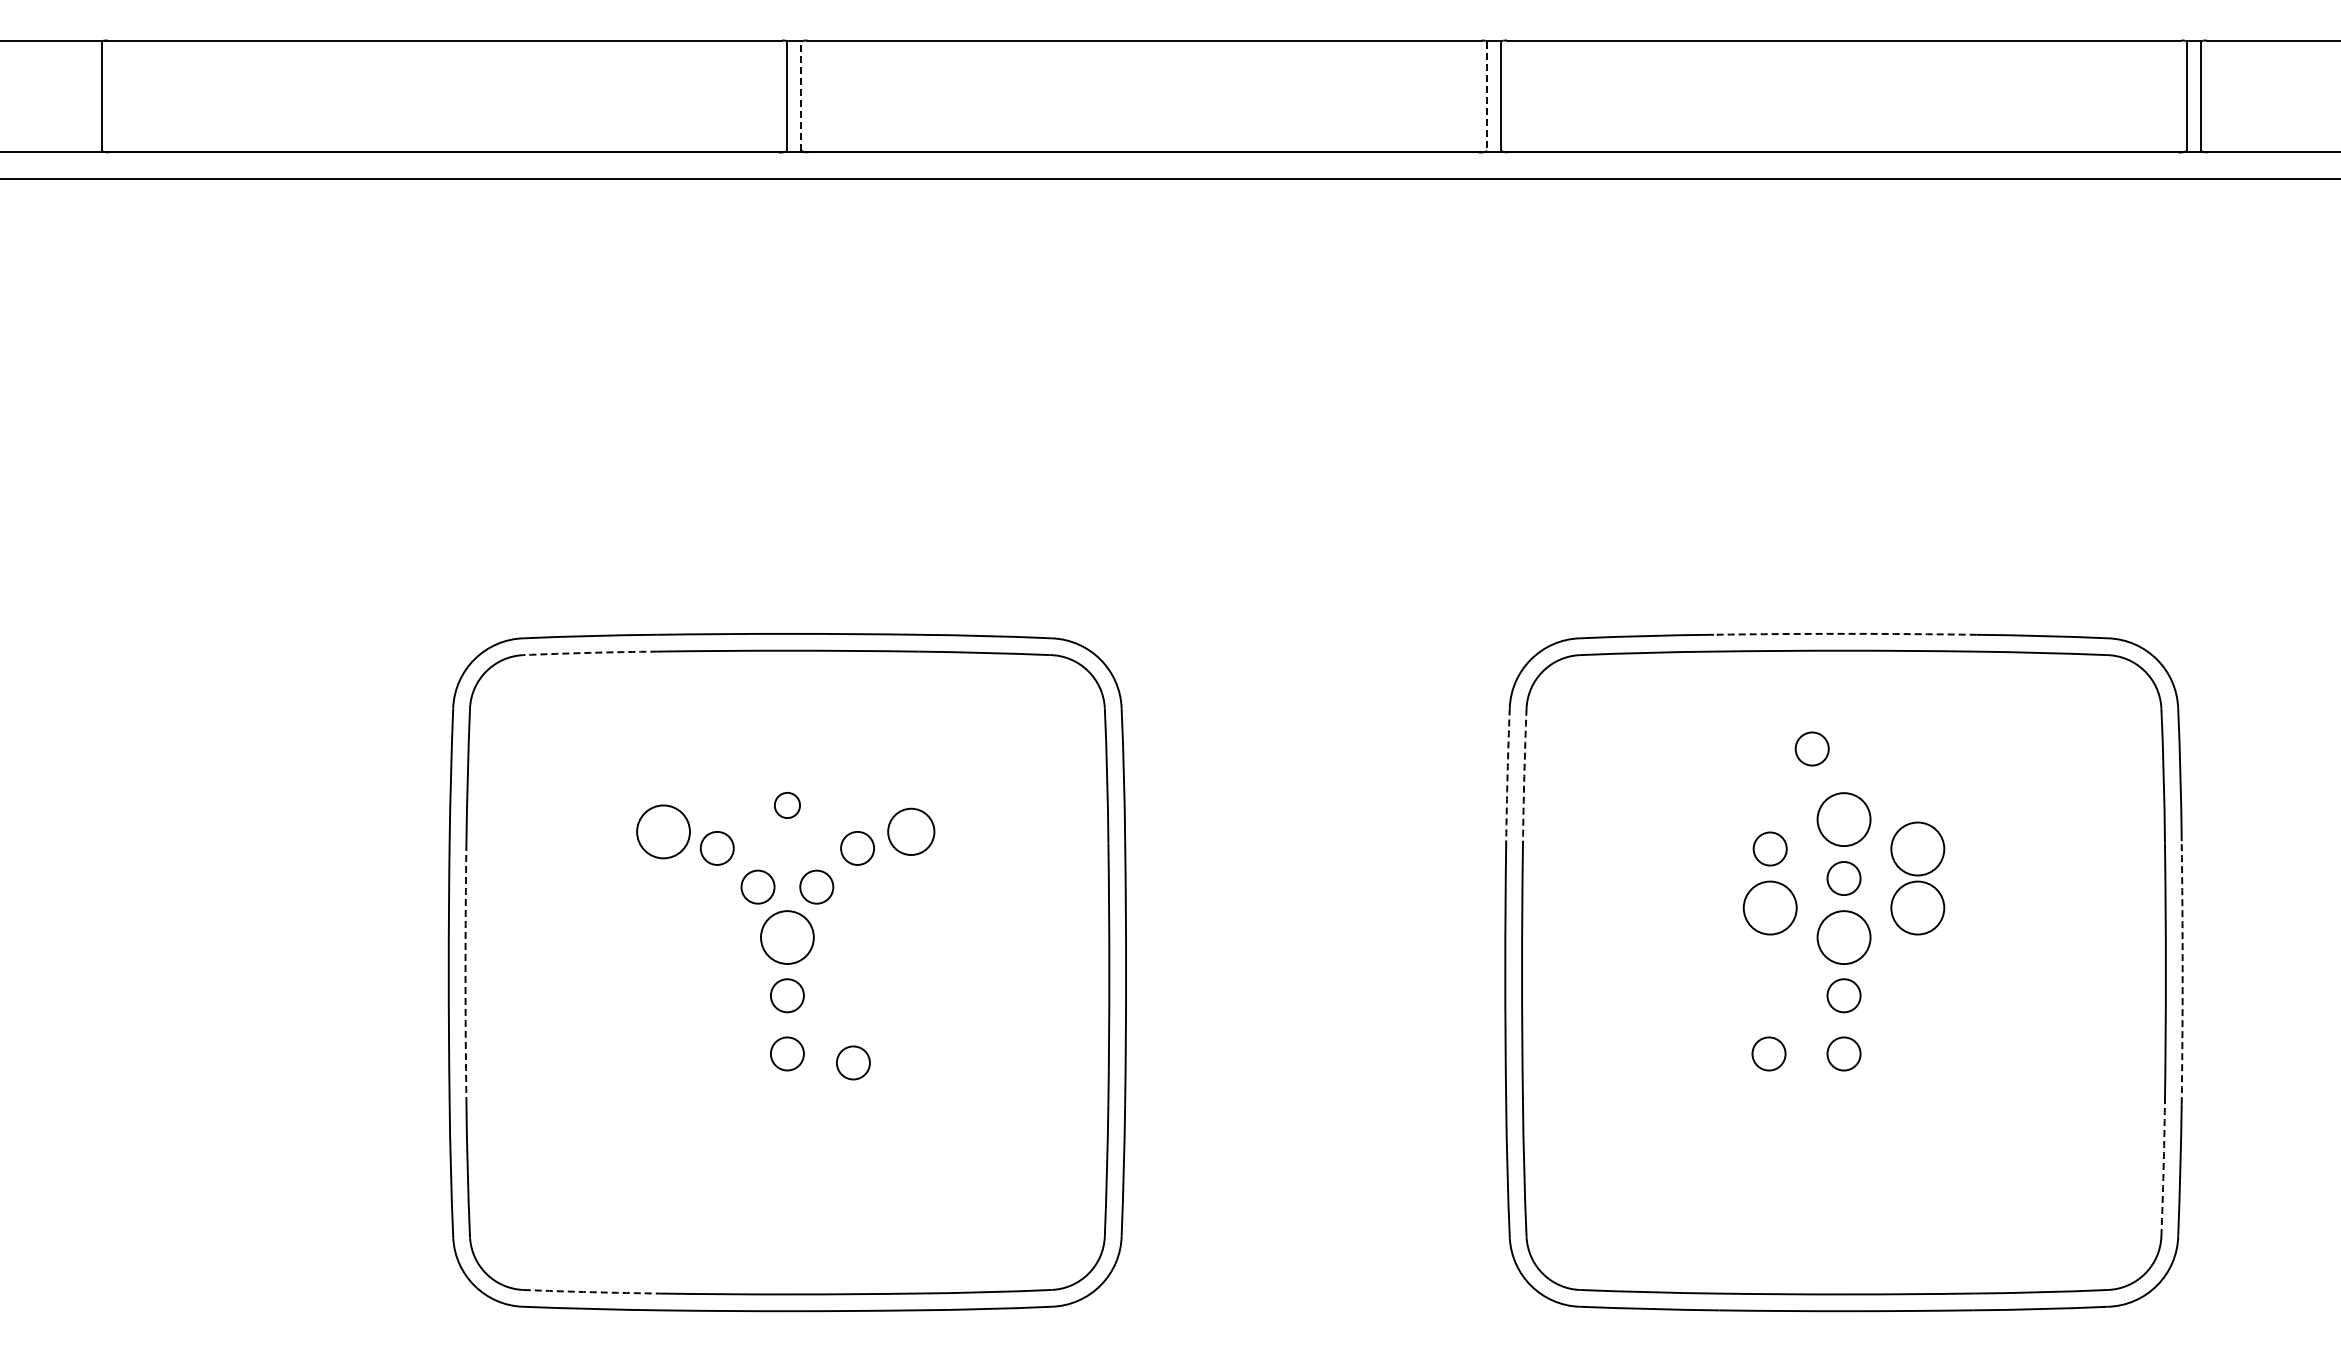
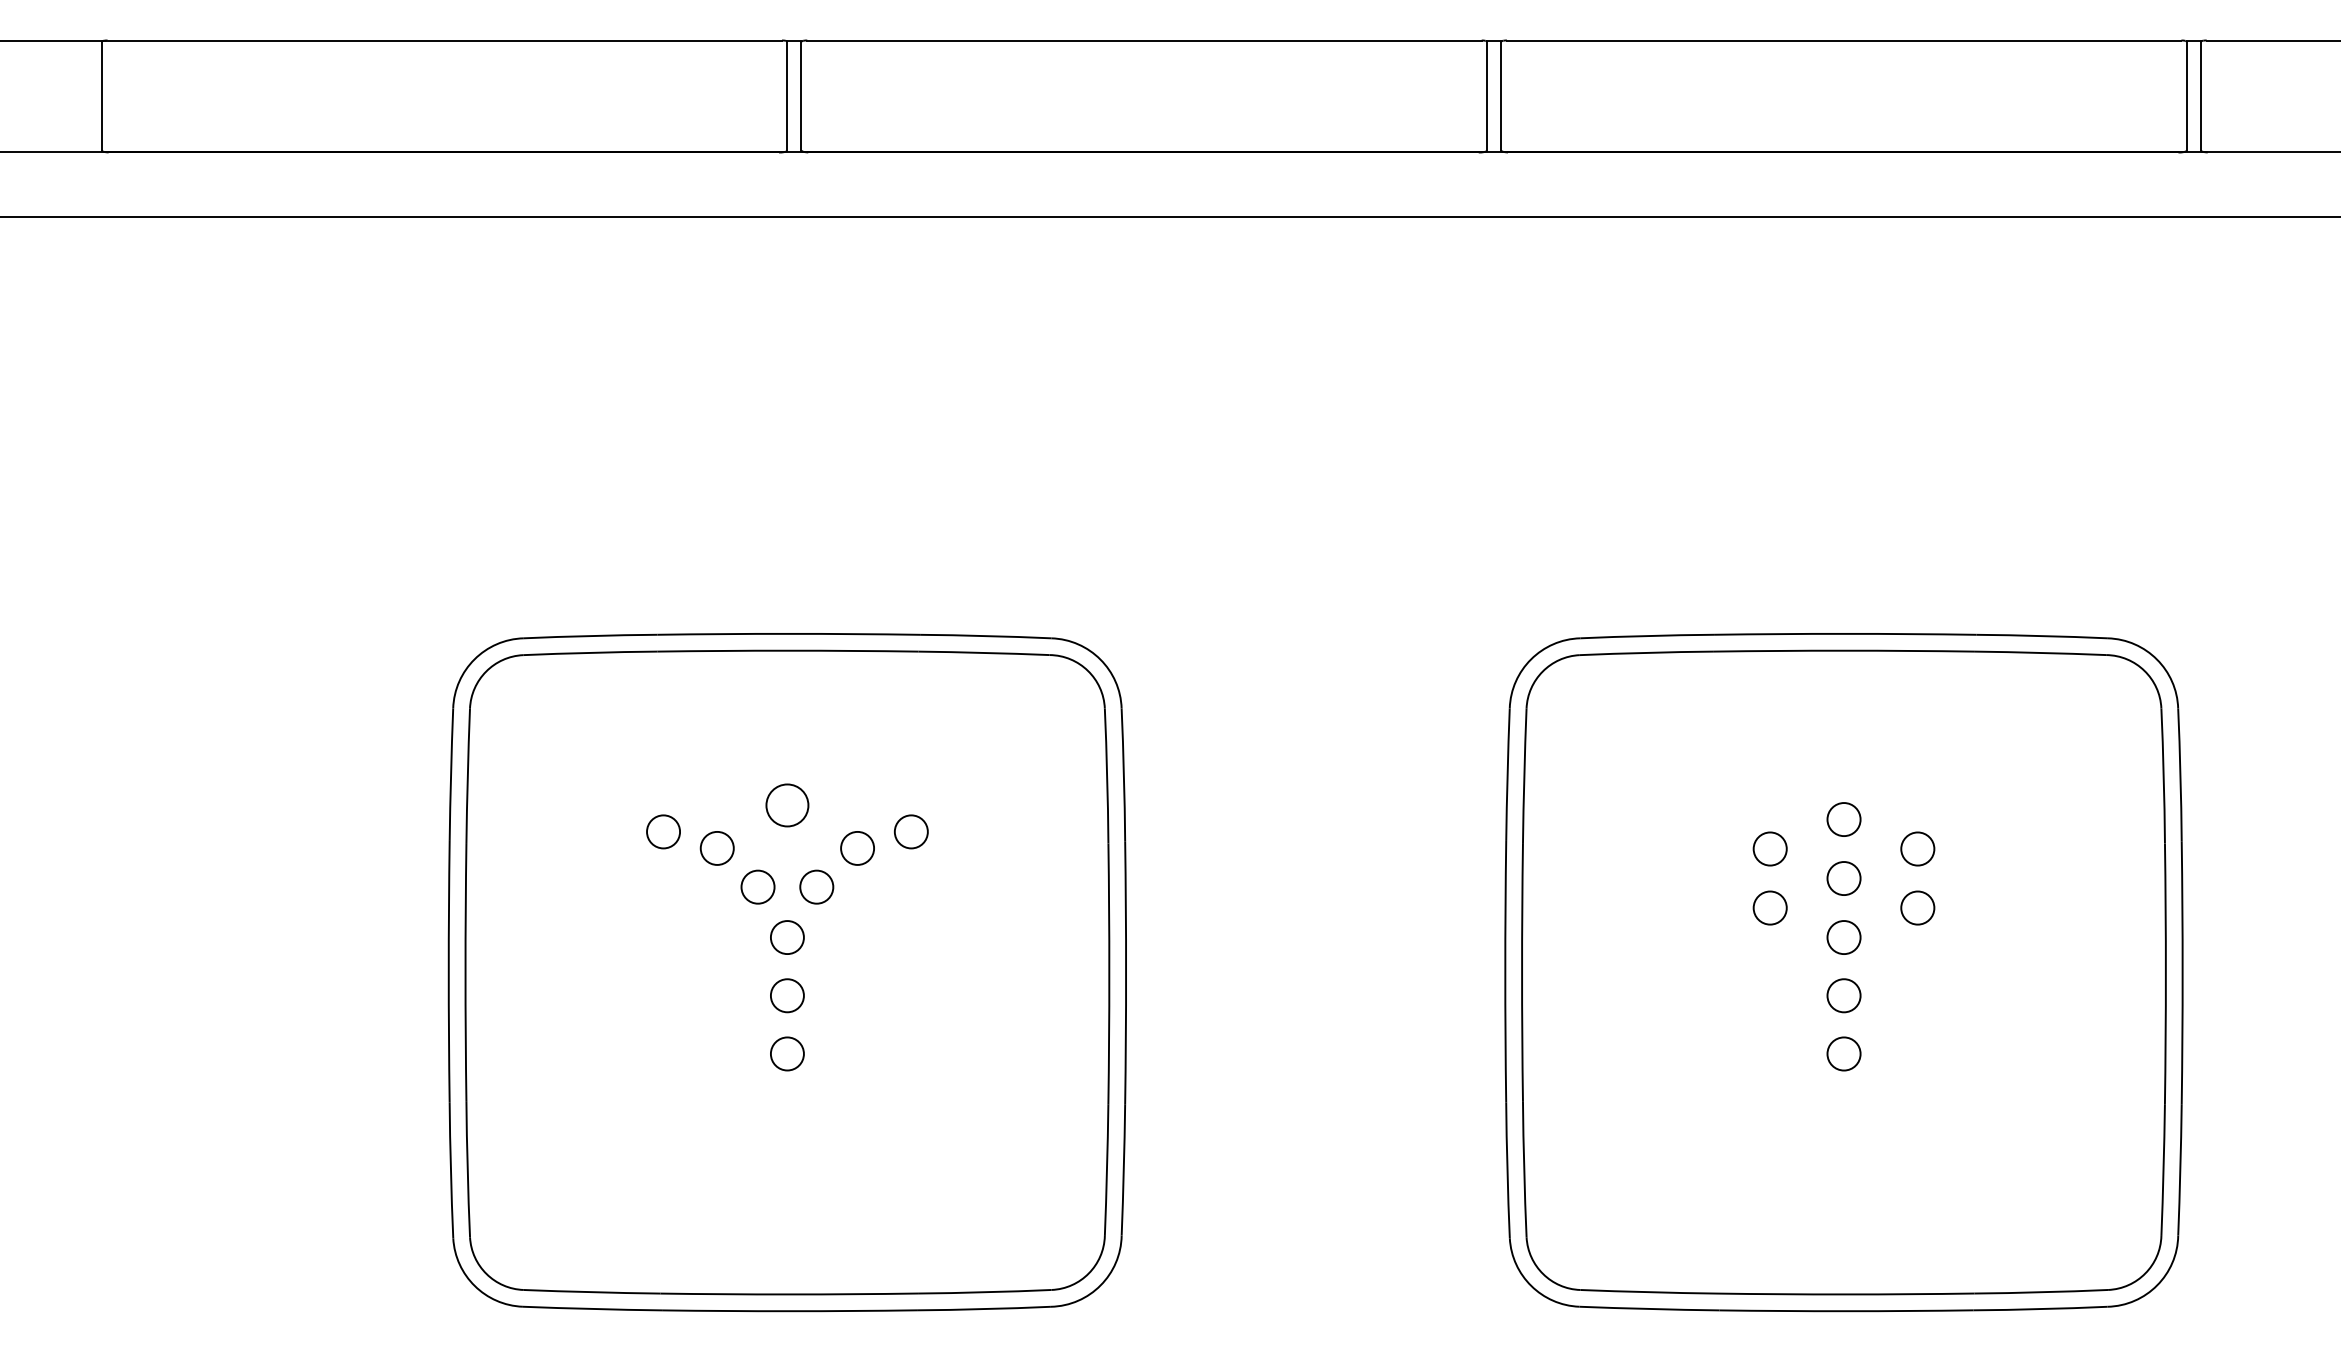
line at (801, 95): dashed -> solid
line at (1487, 96): dashed -> solid
line at (1169, 179) position: (1169, 179) -> (1169, 217)
arc at (1845, 633): dashed -> solid
arc at (590, 652): dashed -> solid
circle at (1811, 748): present -> none
arc at (1507, 774): dashed -> solid
arc at (1524, 776): dashed -> solid
circle at (787, 805) diameter: 25 px -> 42 px
circle at (1843, 819) size: 56x55 px -> 36x35 px
circle at (663, 831) diameter: 53 px -> 33 px
circle at (911, 831) size: 49x49 px -> 35x36 px
circle at (1917, 848) diameter: 53 px -> 33 px
circle at (1769, 907) diameter: 53 px -> 33 px
circle at (1917, 907) diameter: 53 px -> 33 px
circle at (787, 937) diameter: 53 px -> 33 px
circle at (1843, 937) size: 56x55 px -> 36x35 px
arc at (465, 972): dashed -> solid
arc at (2182, 972): dashed -> solid
circle at (1768, 1053): present -> none
circle at (853, 1062): present -> none
arc at (2163, 1170): dashed -> solid
arc at (592, 1292): dashed -> solid
